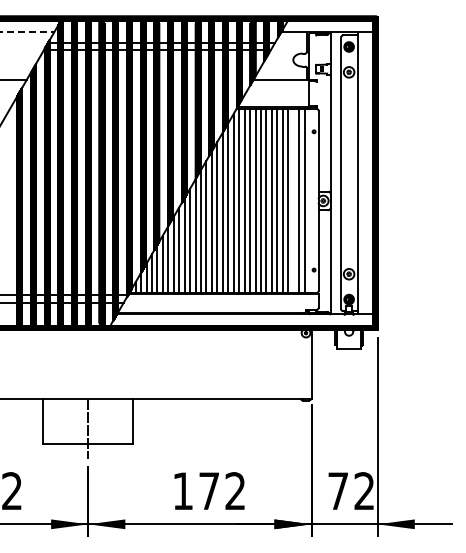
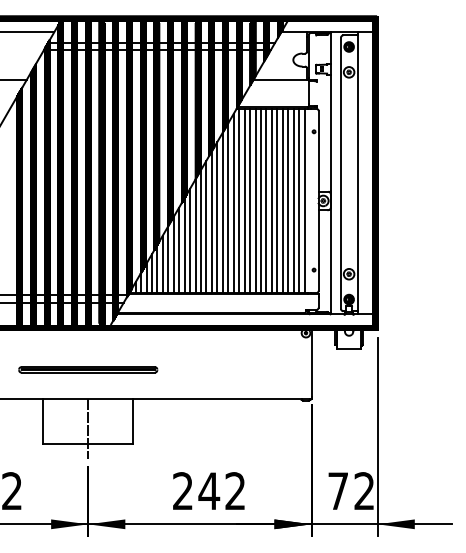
line at (27, 32): dashed -> solid
line at (293, 200): none -> present
part at (88, 369): none -> present
text at (196, 490): 172 -> 242
